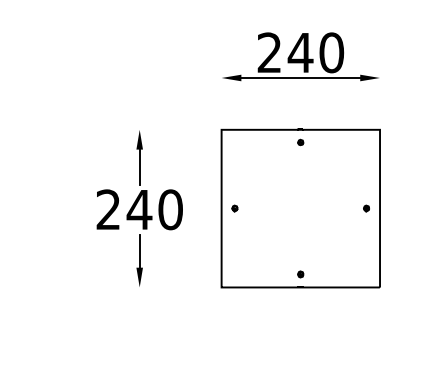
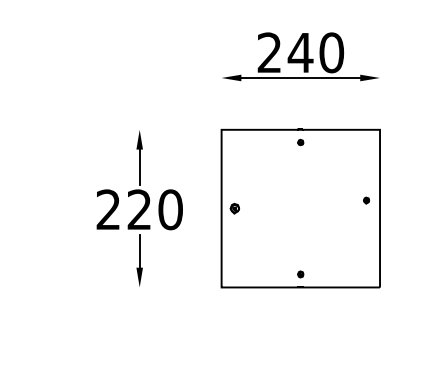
part at (234, 208) size: 8x9 px -> 11x12 px
part at (366, 208) position: (366, 208) -> (366, 200)
text at (139, 209): 240 -> 220
